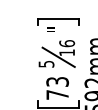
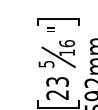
text at (57, 94): 73 -> 23
